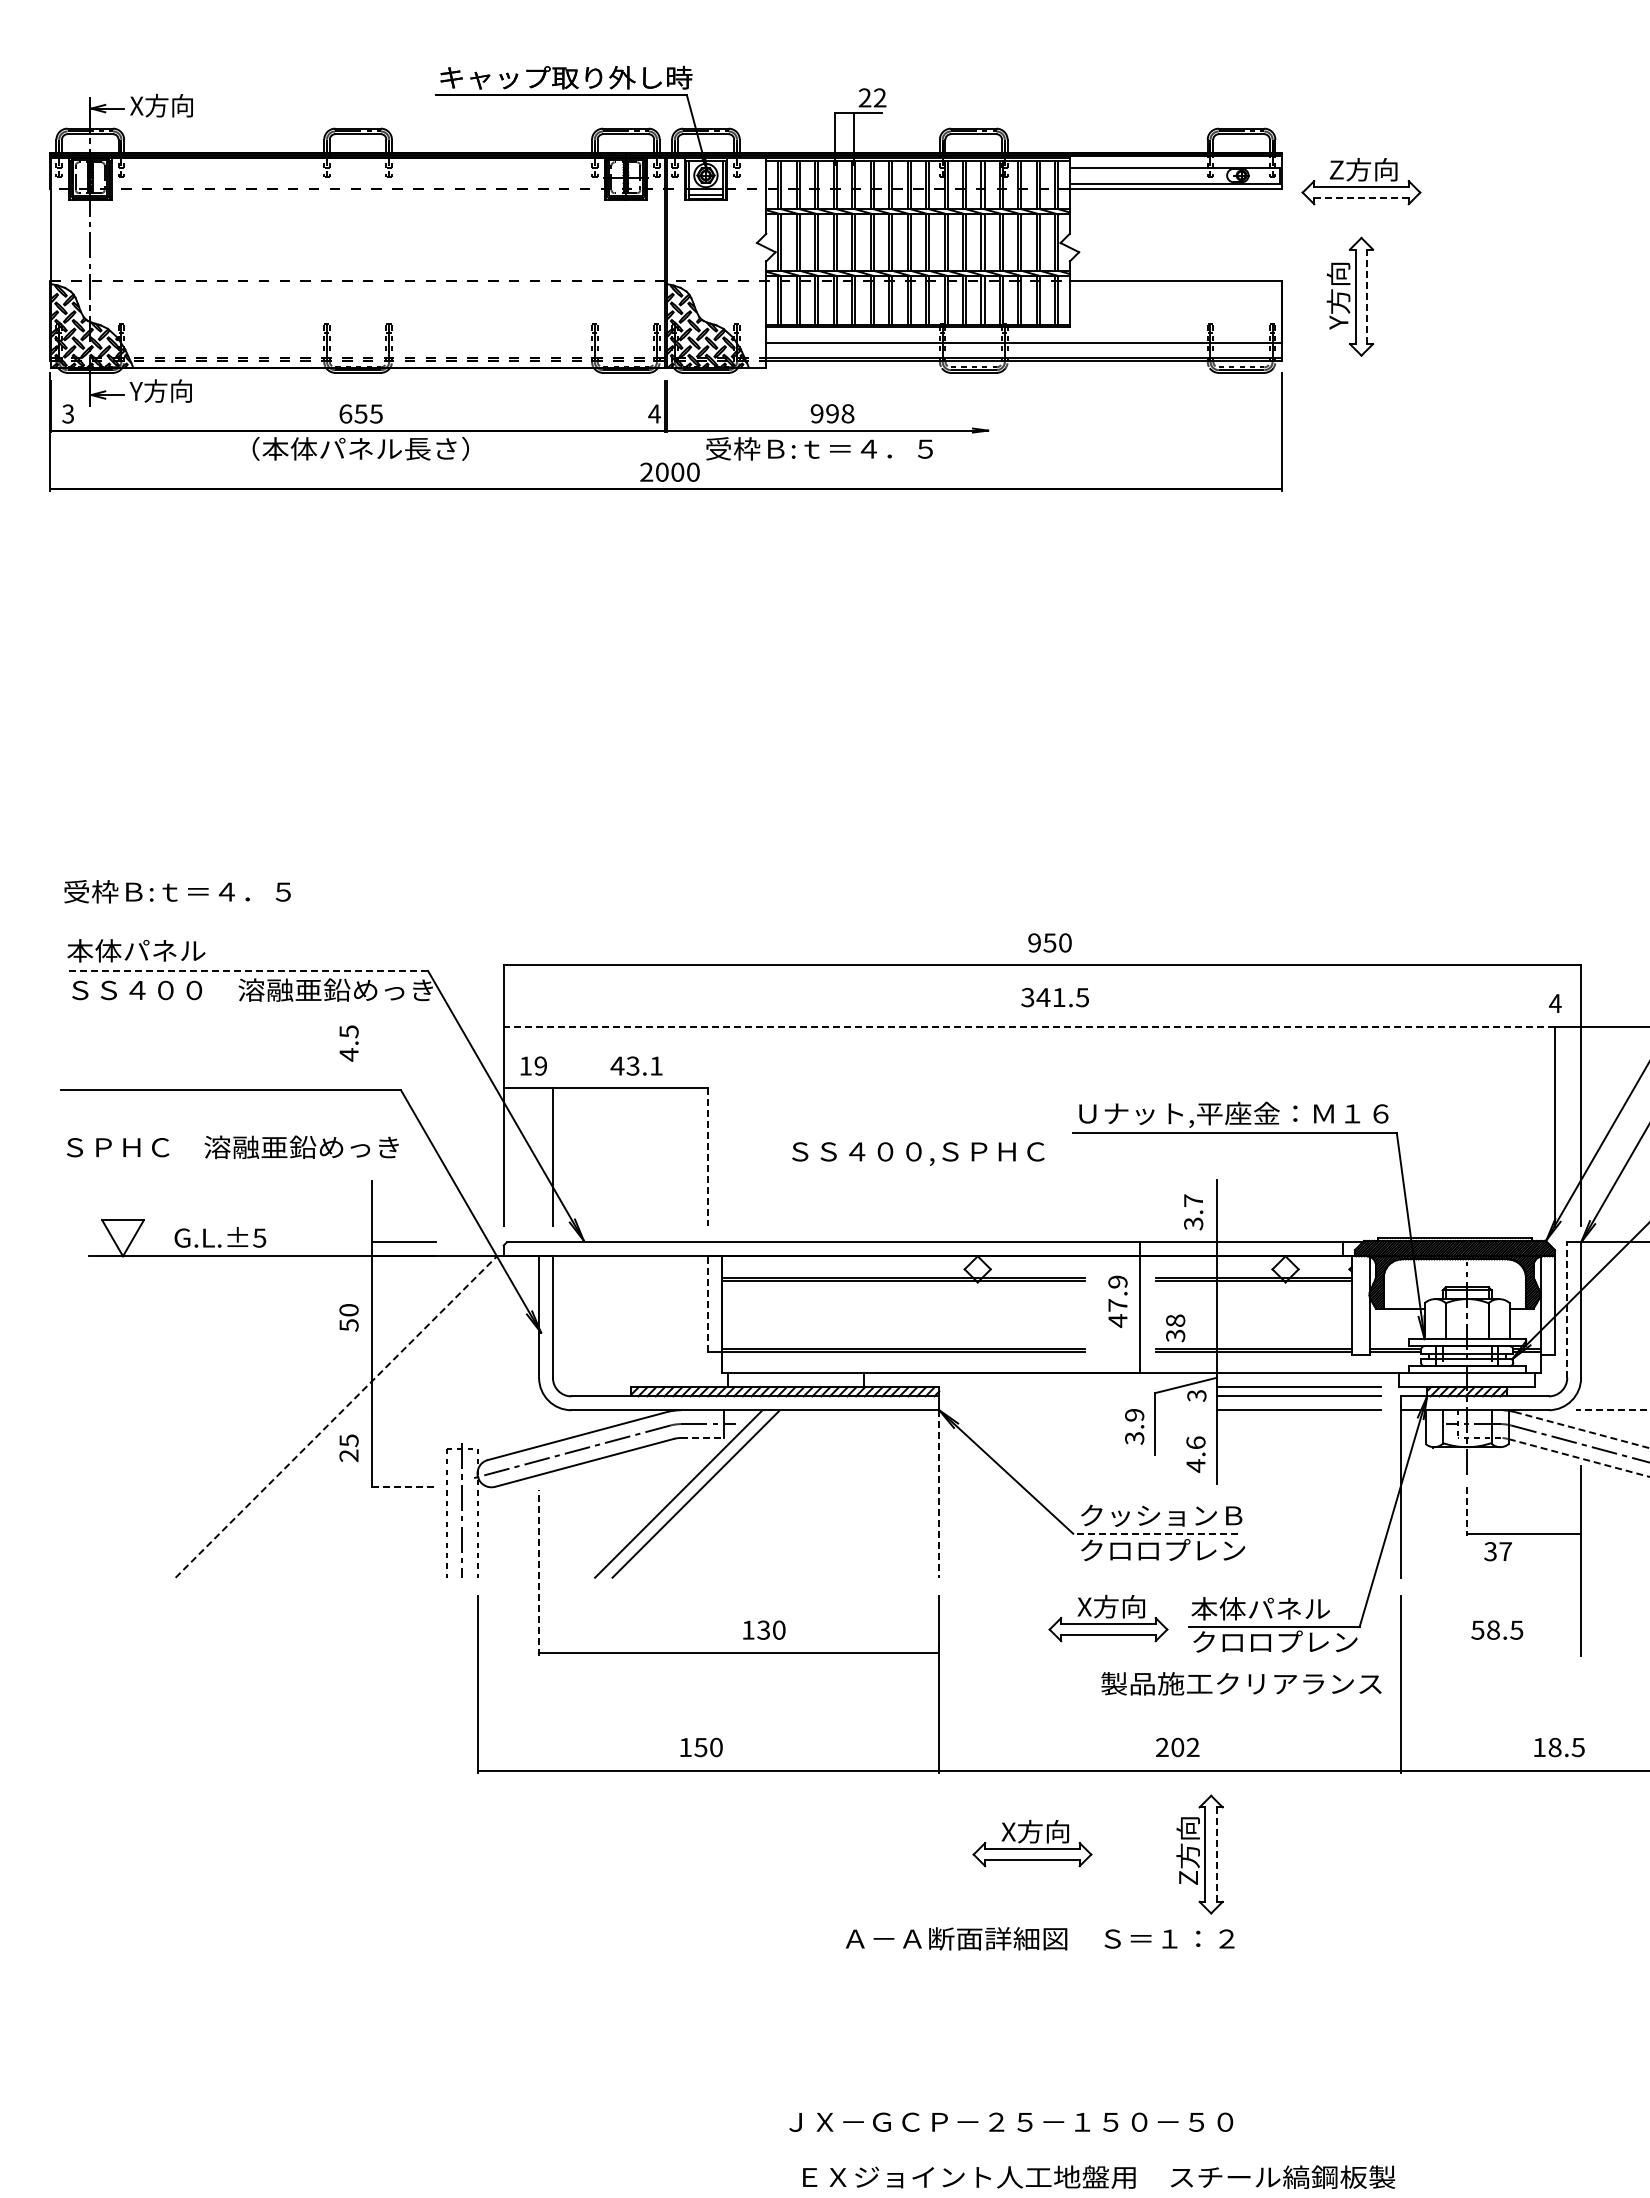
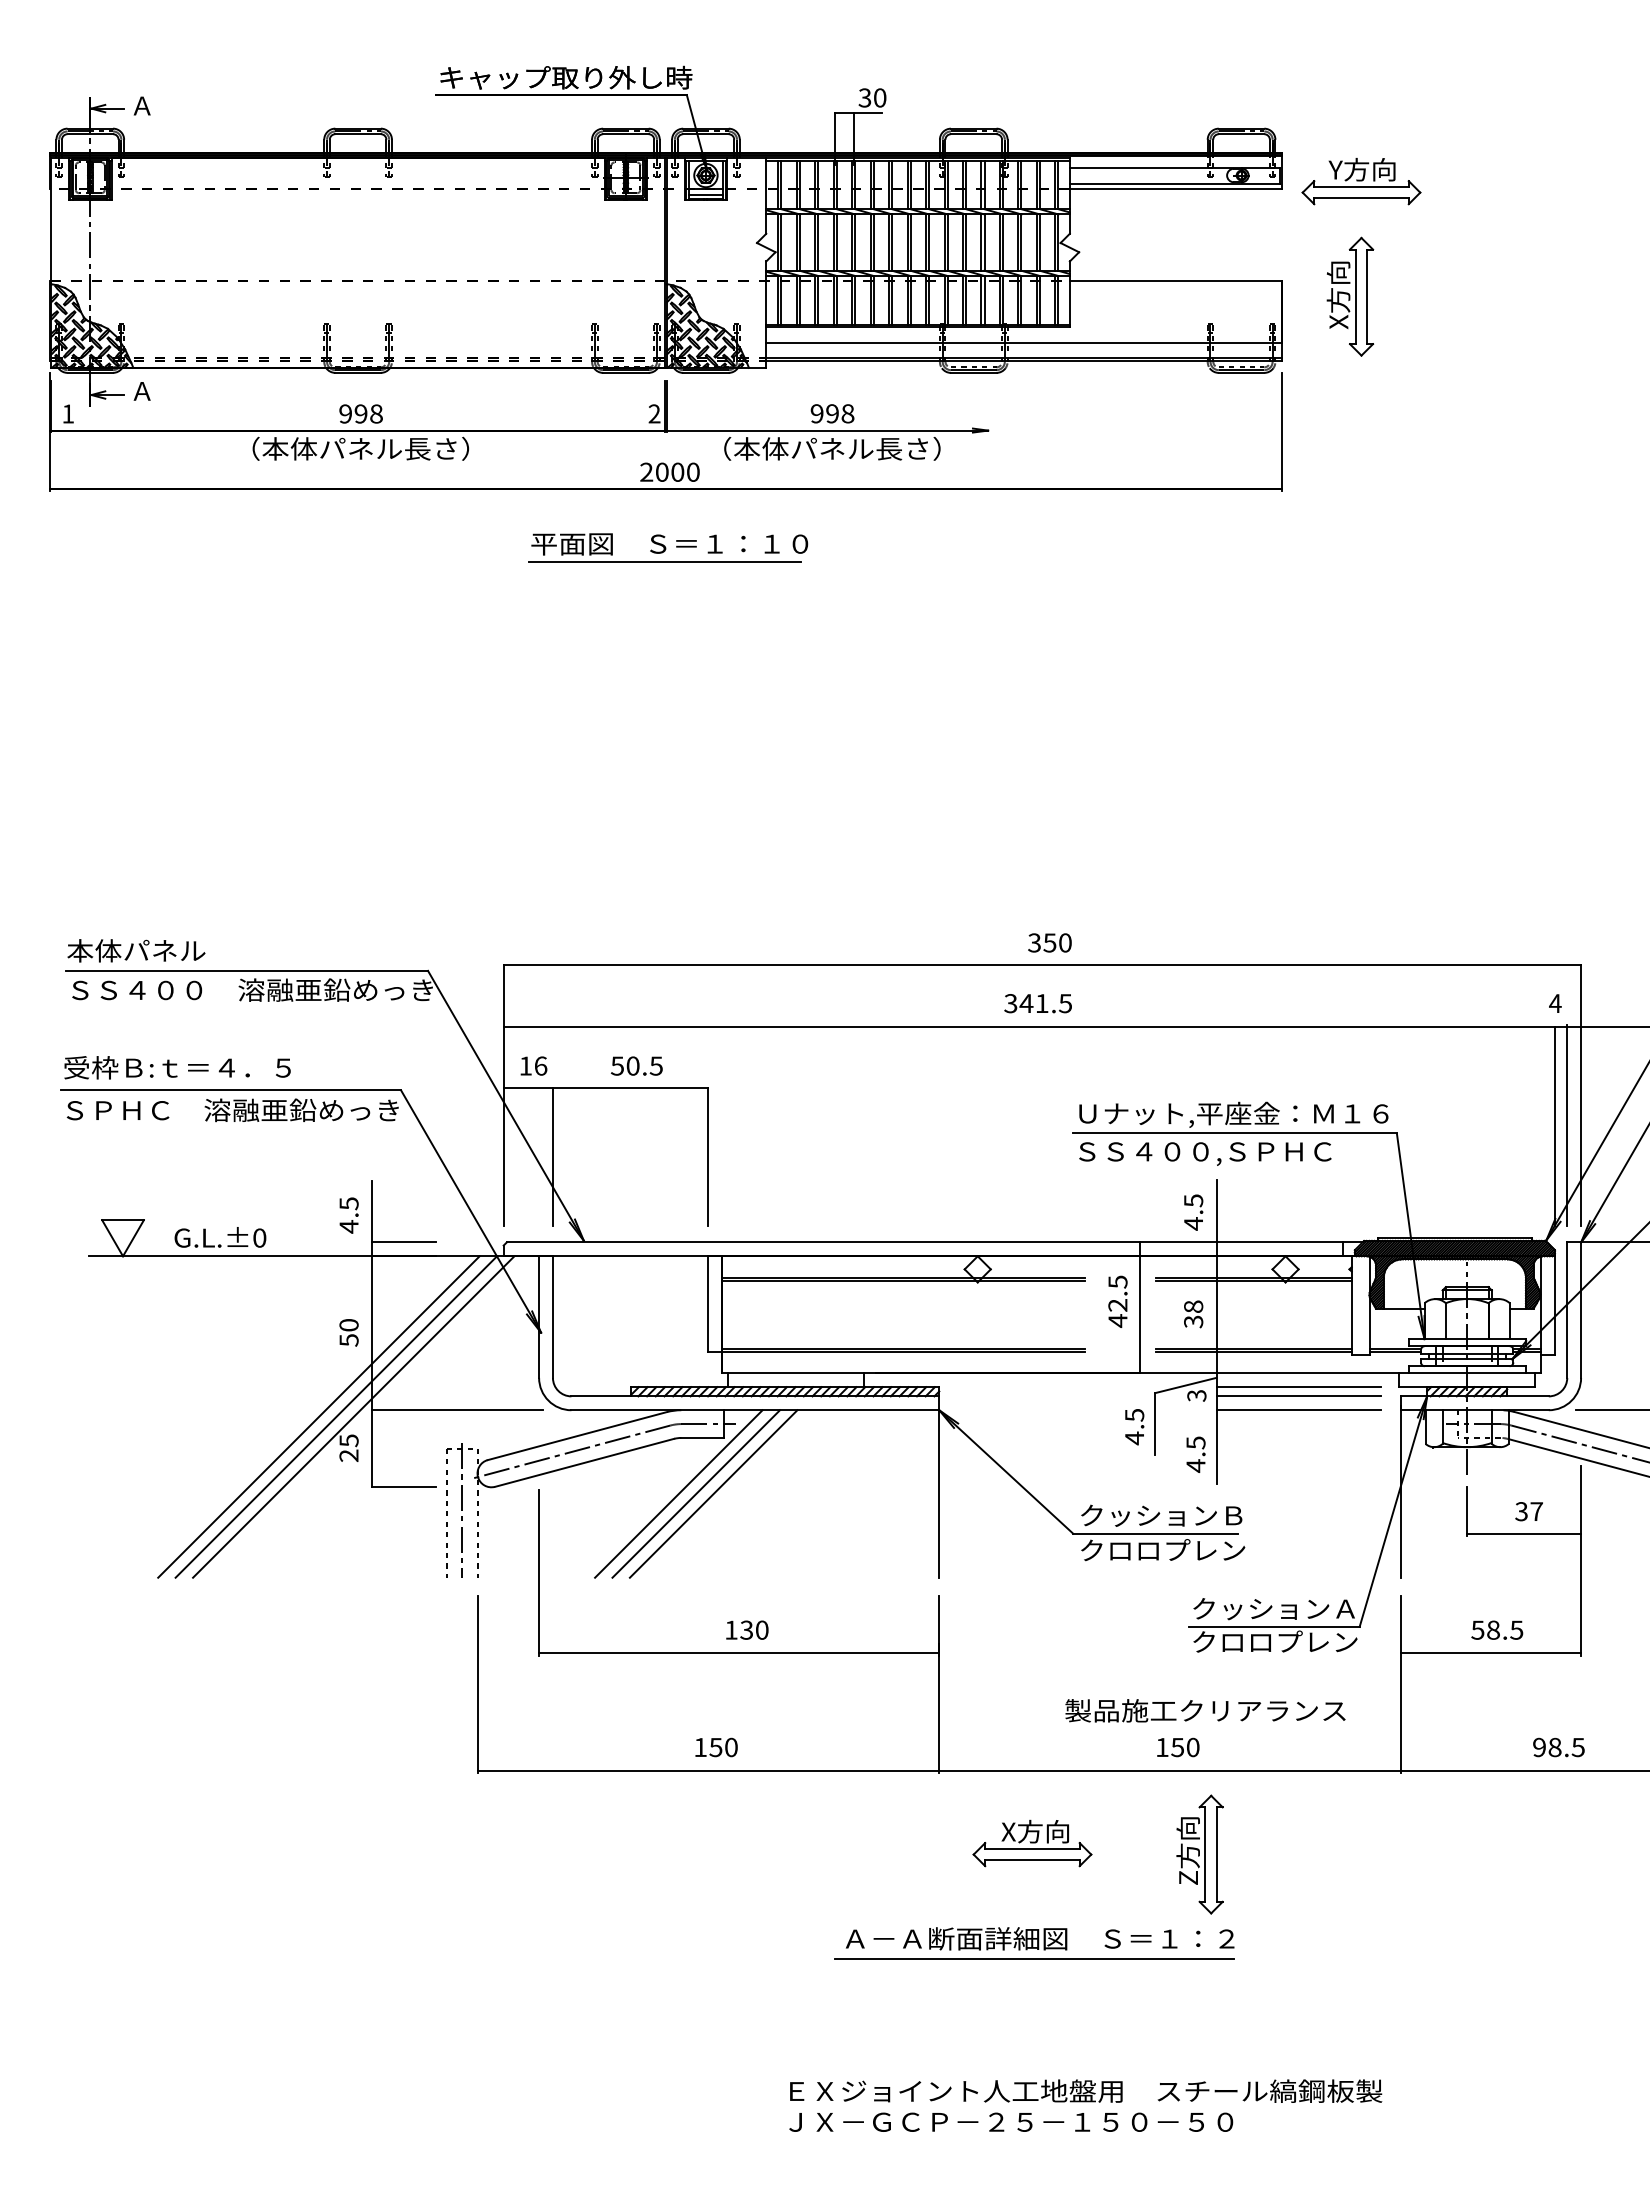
text at (872, 97): 22 -> 30
text at (161, 105): X方向 -> Ａ
text at (1362, 169): Z方向 -> Y方向
line at (1362, 198): dashed -> solid
text at (1338, 295): Y方向 -> X方向
line at (1367, 296): dashed -> solid
text at (160, 390): Y方向 -> Ａ
text at (67, 413): 3 -> 1
text at (360, 413): 655 -> 998
text at (654, 413): 4 -> 2
text at (823, 448): 受枠Ｂ:ｔ＝４．５ -> （本体パネル長さ）
part at (668, 547): none -> present
text at (177, 891) position: (177, 891) -> (177, 1067)
text at (1034, 942): 950 -> 350
line at (246, 970): dashed -> solid
text at (1054, 997) position: (1054, 997) -> (1037, 1003)
line at (1029, 1026): dashed -> solid
text at (348, 1043) position: (348, 1043) -> (348, 1215)
text at (540, 1065): 19 -> 16
text at (636, 1065): 43.1 -> 50.5
line at (1567, 1124): none -> present
text at (232, 1147) position: (232, 1147) -> (232, 1110)
text at (918, 1153) position: (918, 1153) -> (1205, 1153)
line at (708, 1157): dashed -> solid
text at (1193, 1212): 3.7 -> 4.5
text at (259, 1237): G.L.±5 -> G.L.±0
text at (1117, 1293): 47.9 -> 42.5
line at (708, 1304): dashed -> solid
line at (1567, 1310): dashed -> solid
text at (348, 1317) position: (348, 1317) -> (348, 1332)
text at (1175, 1328) position: (1175, 1328) -> (1193, 1314)
line at (457, 1410): none -> present
line at (1612, 1410): dashed -> solid
line at (318, 1416): none -> present
line at (336, 1416): dashed -> solid
line at (353, 1416): none -> present
text at (1134, 1427): 3.9 -> 4.5
line at (1582, 1430): dashed -> solid
line at (703, 1437): dashed -> solid
text at (1195, 1442): 4.6 -> 4.5
line at (1579, 1458): dashed -> solid
line at (403, 1487): dashed -> solid
line at (713, 1493): none -> present
line at (939, 1494): dashed -> solid
line at (1467, 1511): dashed -> solid
line at (1155, 1533): dashed -> solid
text at (1497, 1551) position: (1497, 1551) -> (1528, 1511)
line at (539, 1572): dashed -> solid
text at (1272, 1608): 本体パネル -> クッションＡ
part at (1108, 1618): present -> none
text at (764, 1629) position: (764, 1629) -> (747, 1629)
line at (1491, 1653): none -> present
text at (1241, 1683) position: (1241, 1683) -> (1205, 1710)
text at (701, 1747) position: (701, 1747) -> (716, 1747)
text at (1177, 1747): 202 -> 150
text at (1539, 1747): 18.5 -> 98.5
line at (1216, 1854): dashed -> solid
line at (1034, 1958): none -> present
text at (1099, 2176) position: (1099, 2176) -> (1086, 2090)
